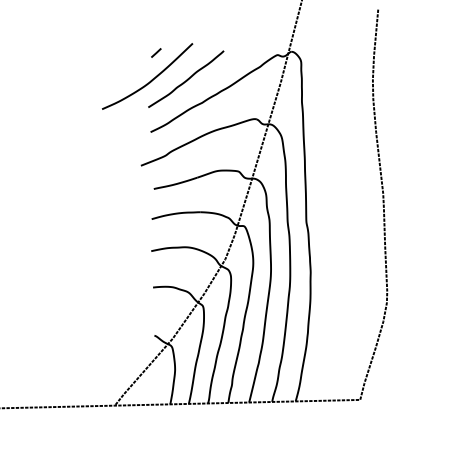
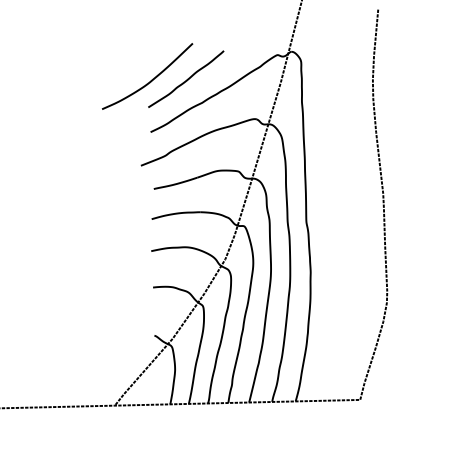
line at (156, 52): present -> none
